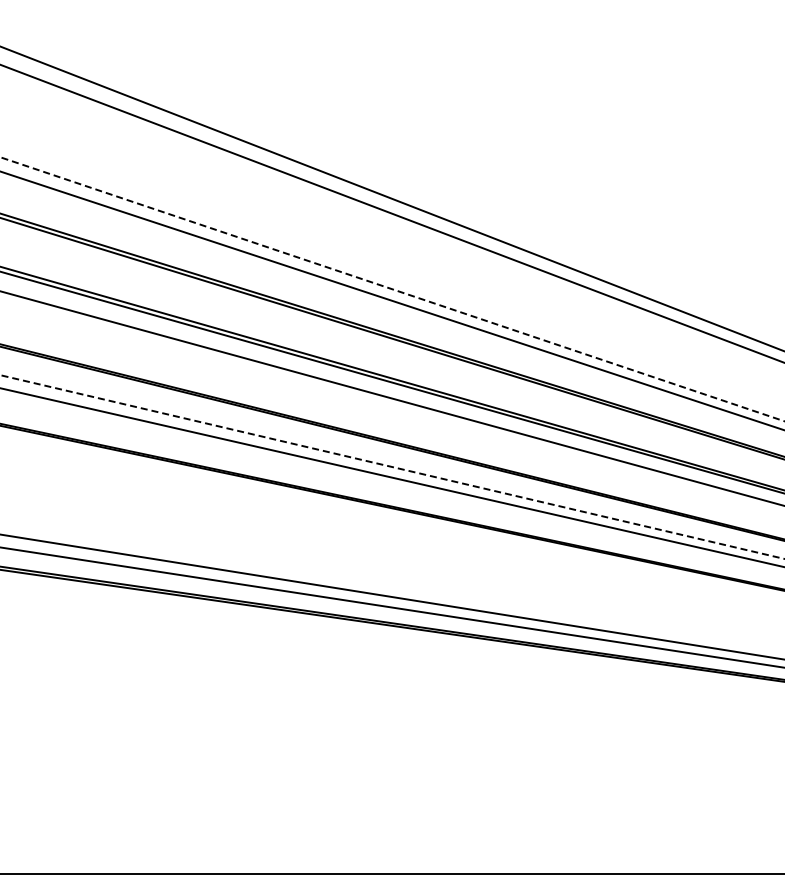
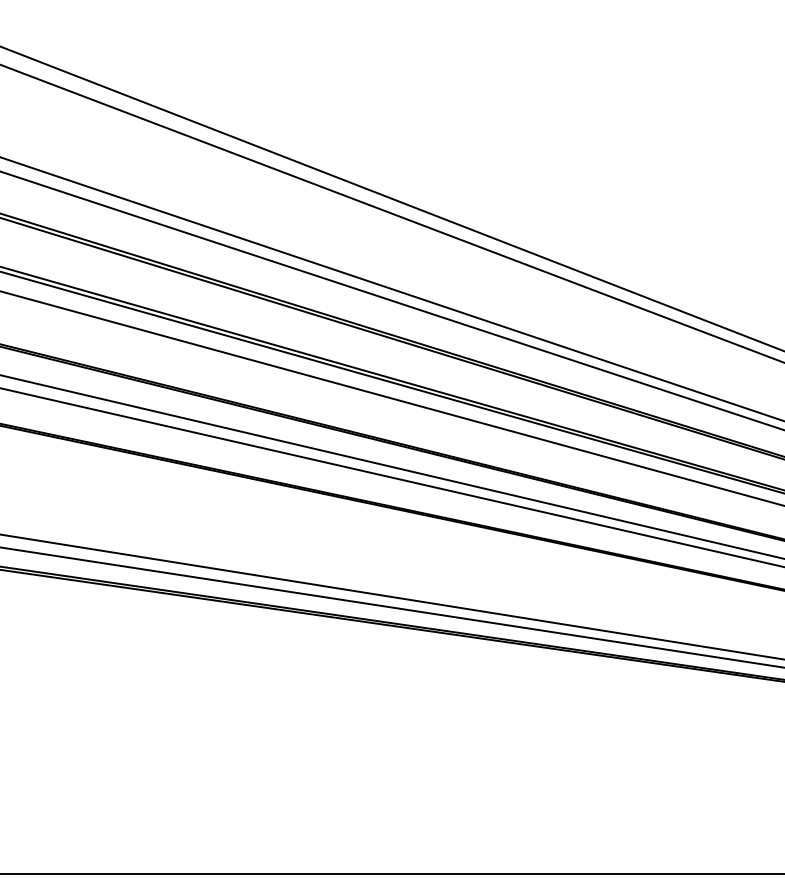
line at (392, 289): dashed -> solid
line at (392, 467): dashed -> solid
